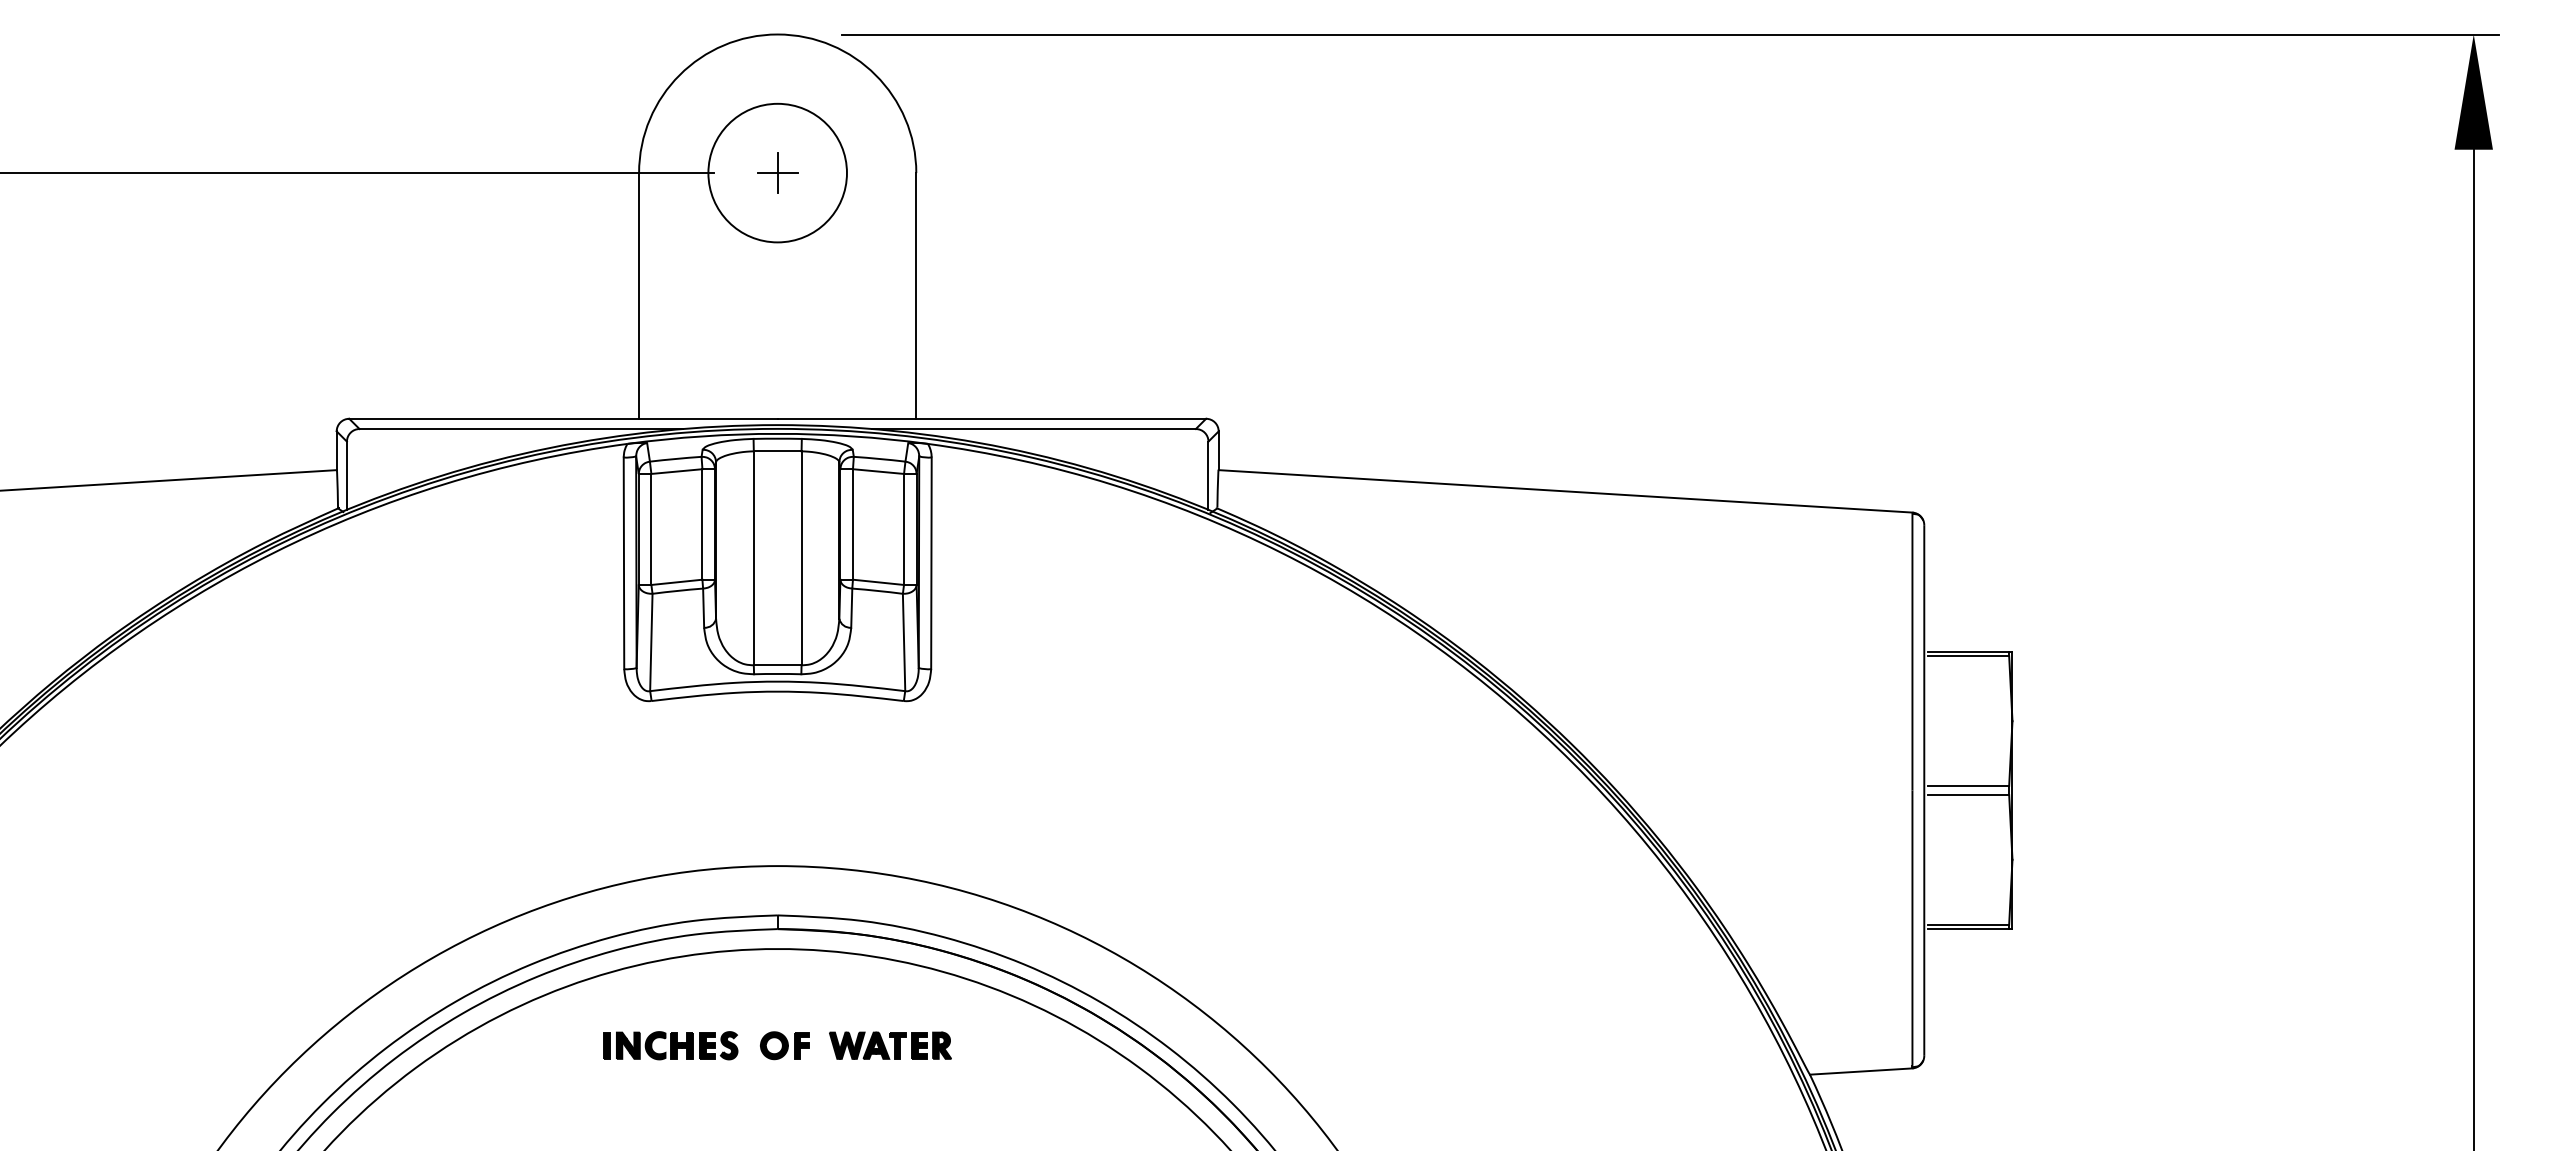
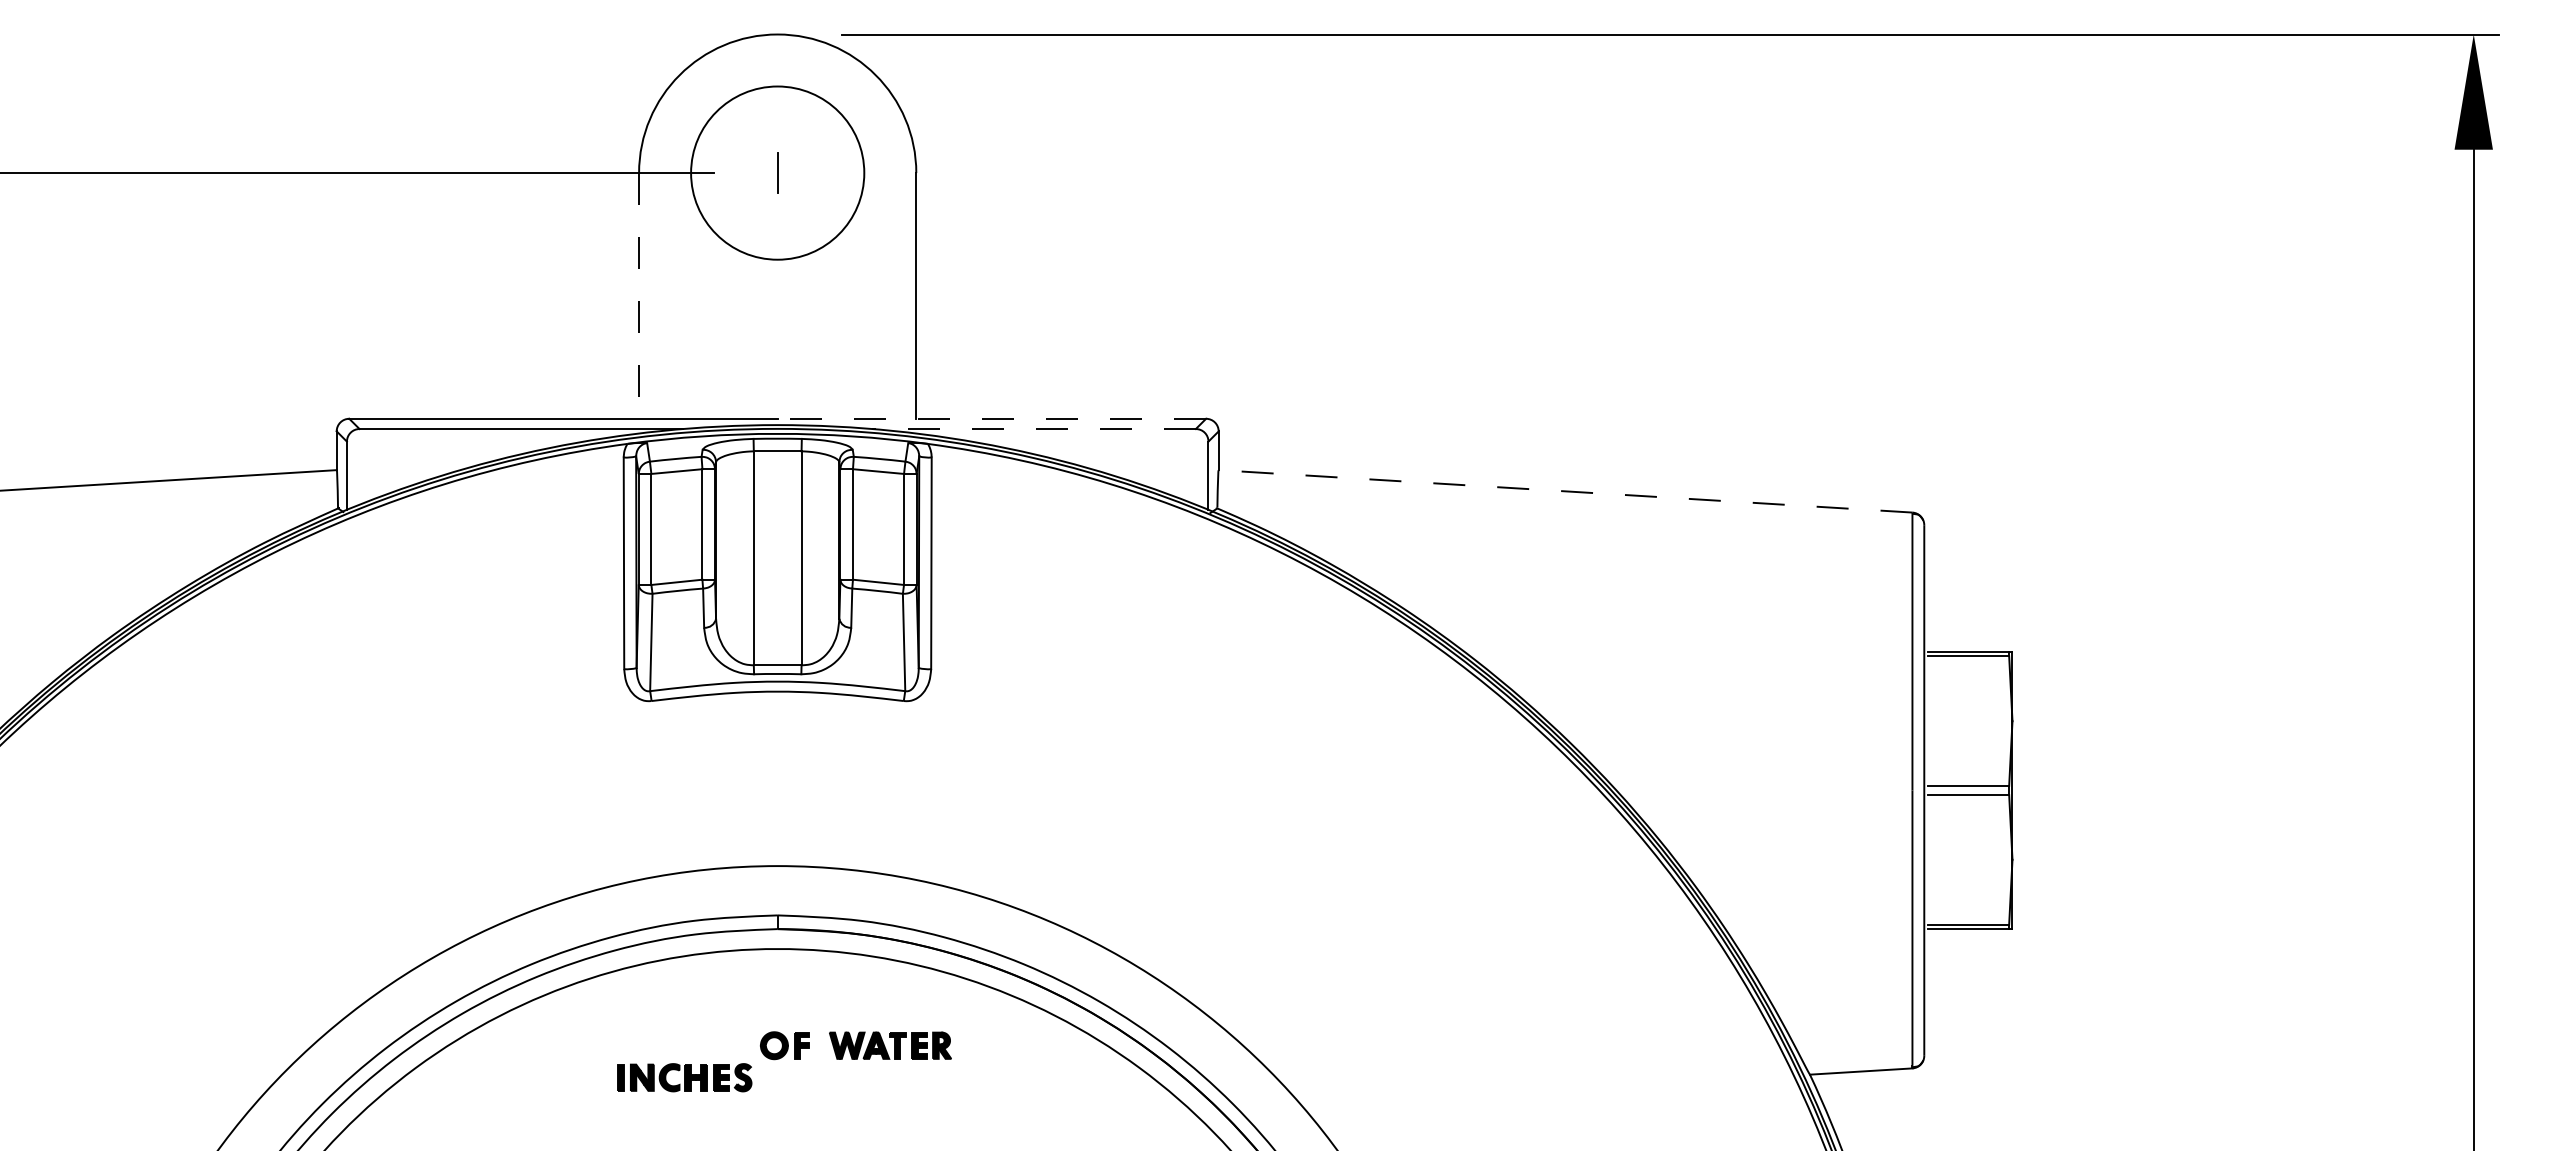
circle at (777, 172) diameter: 139 px -> 173 px
line at (777, 173): present -> none
line at (639, 295): solid -> dashed
line at (991, 418): solid -> dashed
line at (1033, 429): solid -> dashed
line at (1565, 491): solid -> dashed
part at (670, 1045) position: (670, 1045) -> (684, 1077)
